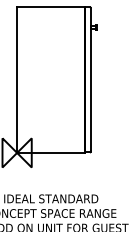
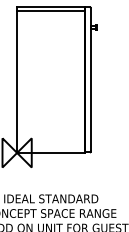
line at (51, 11): none -> present
